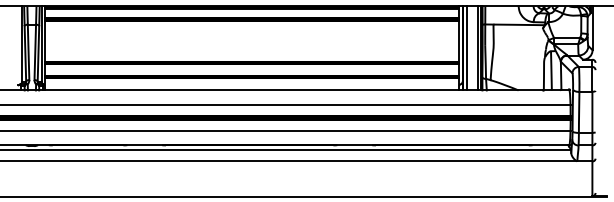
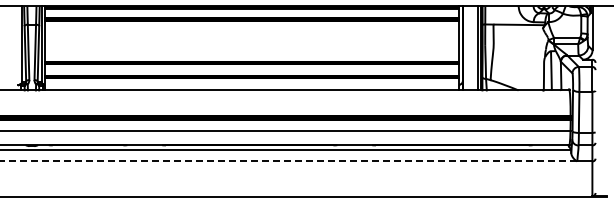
line at (466, 48): present -> none
line at (286, 104): present -> none
line at (288, 161): solid -> dashed
